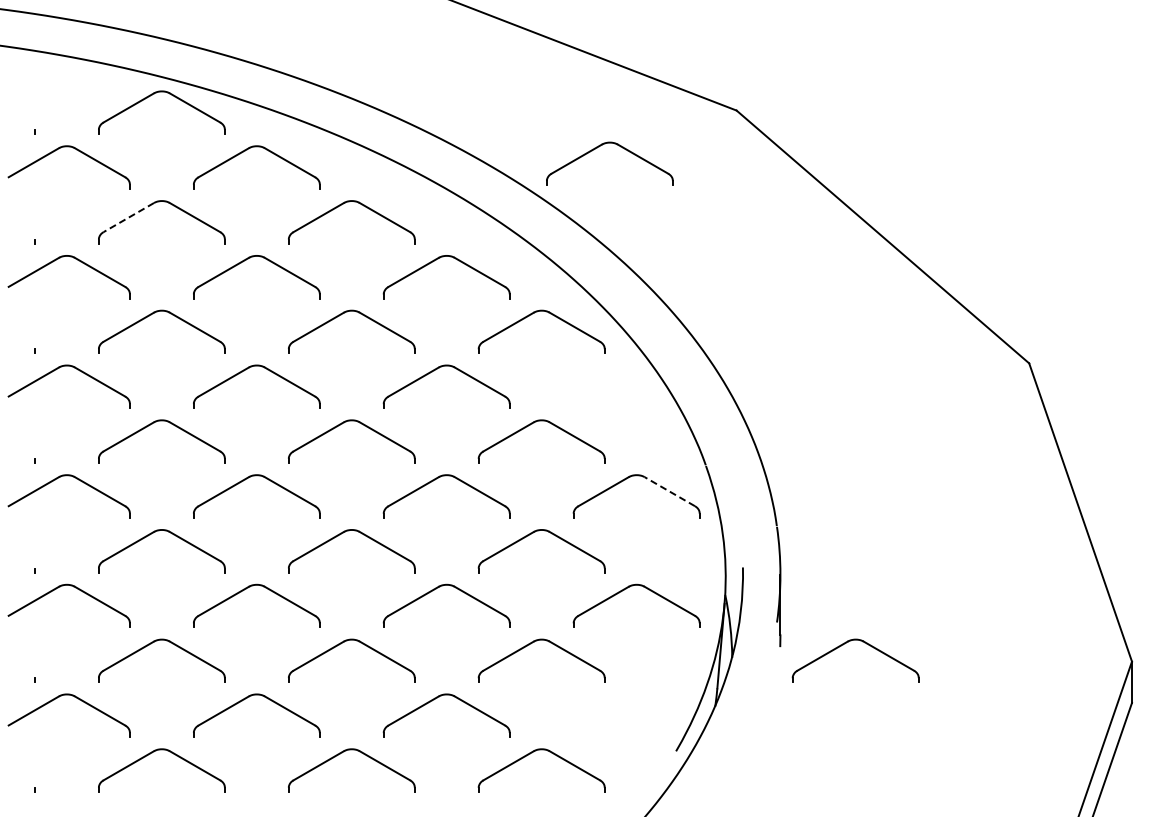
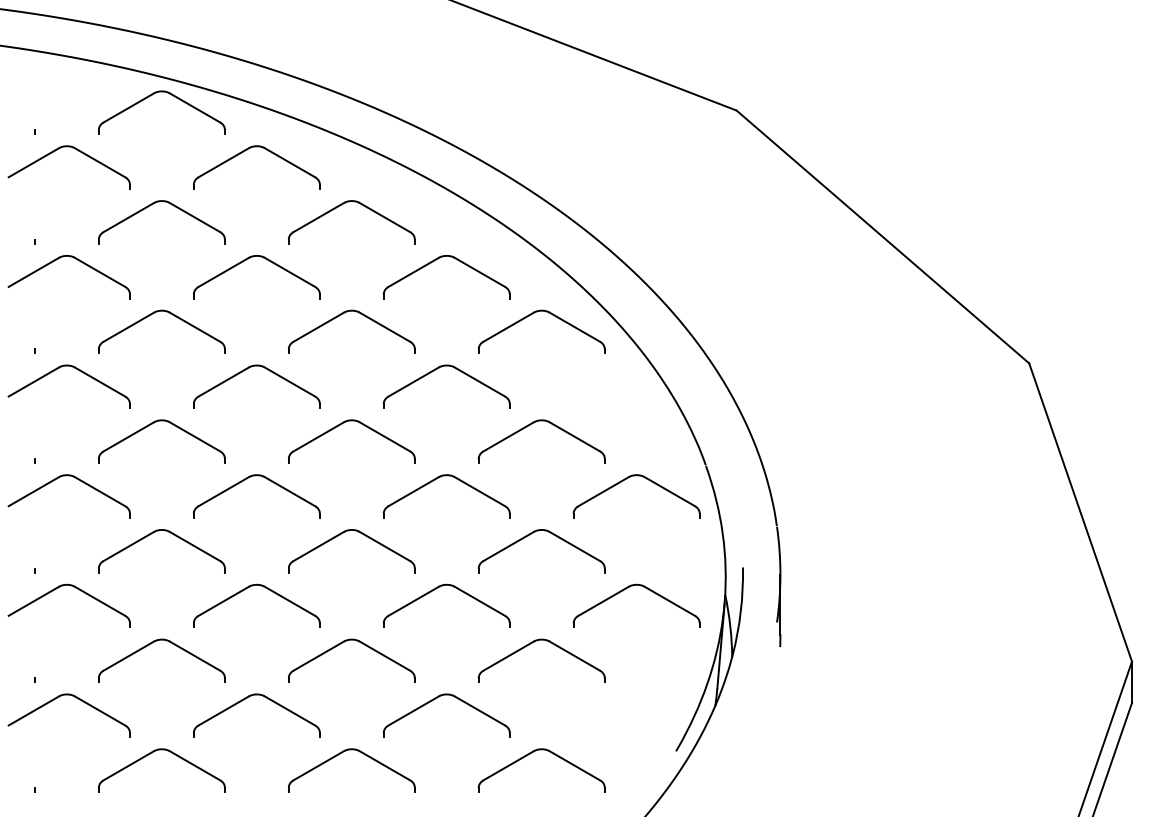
part at (599, 147): present -> none
line at (128, 217): dashed -> solid
line at (669, 491): dashed -> solid
part at (843, 645): present -> none
